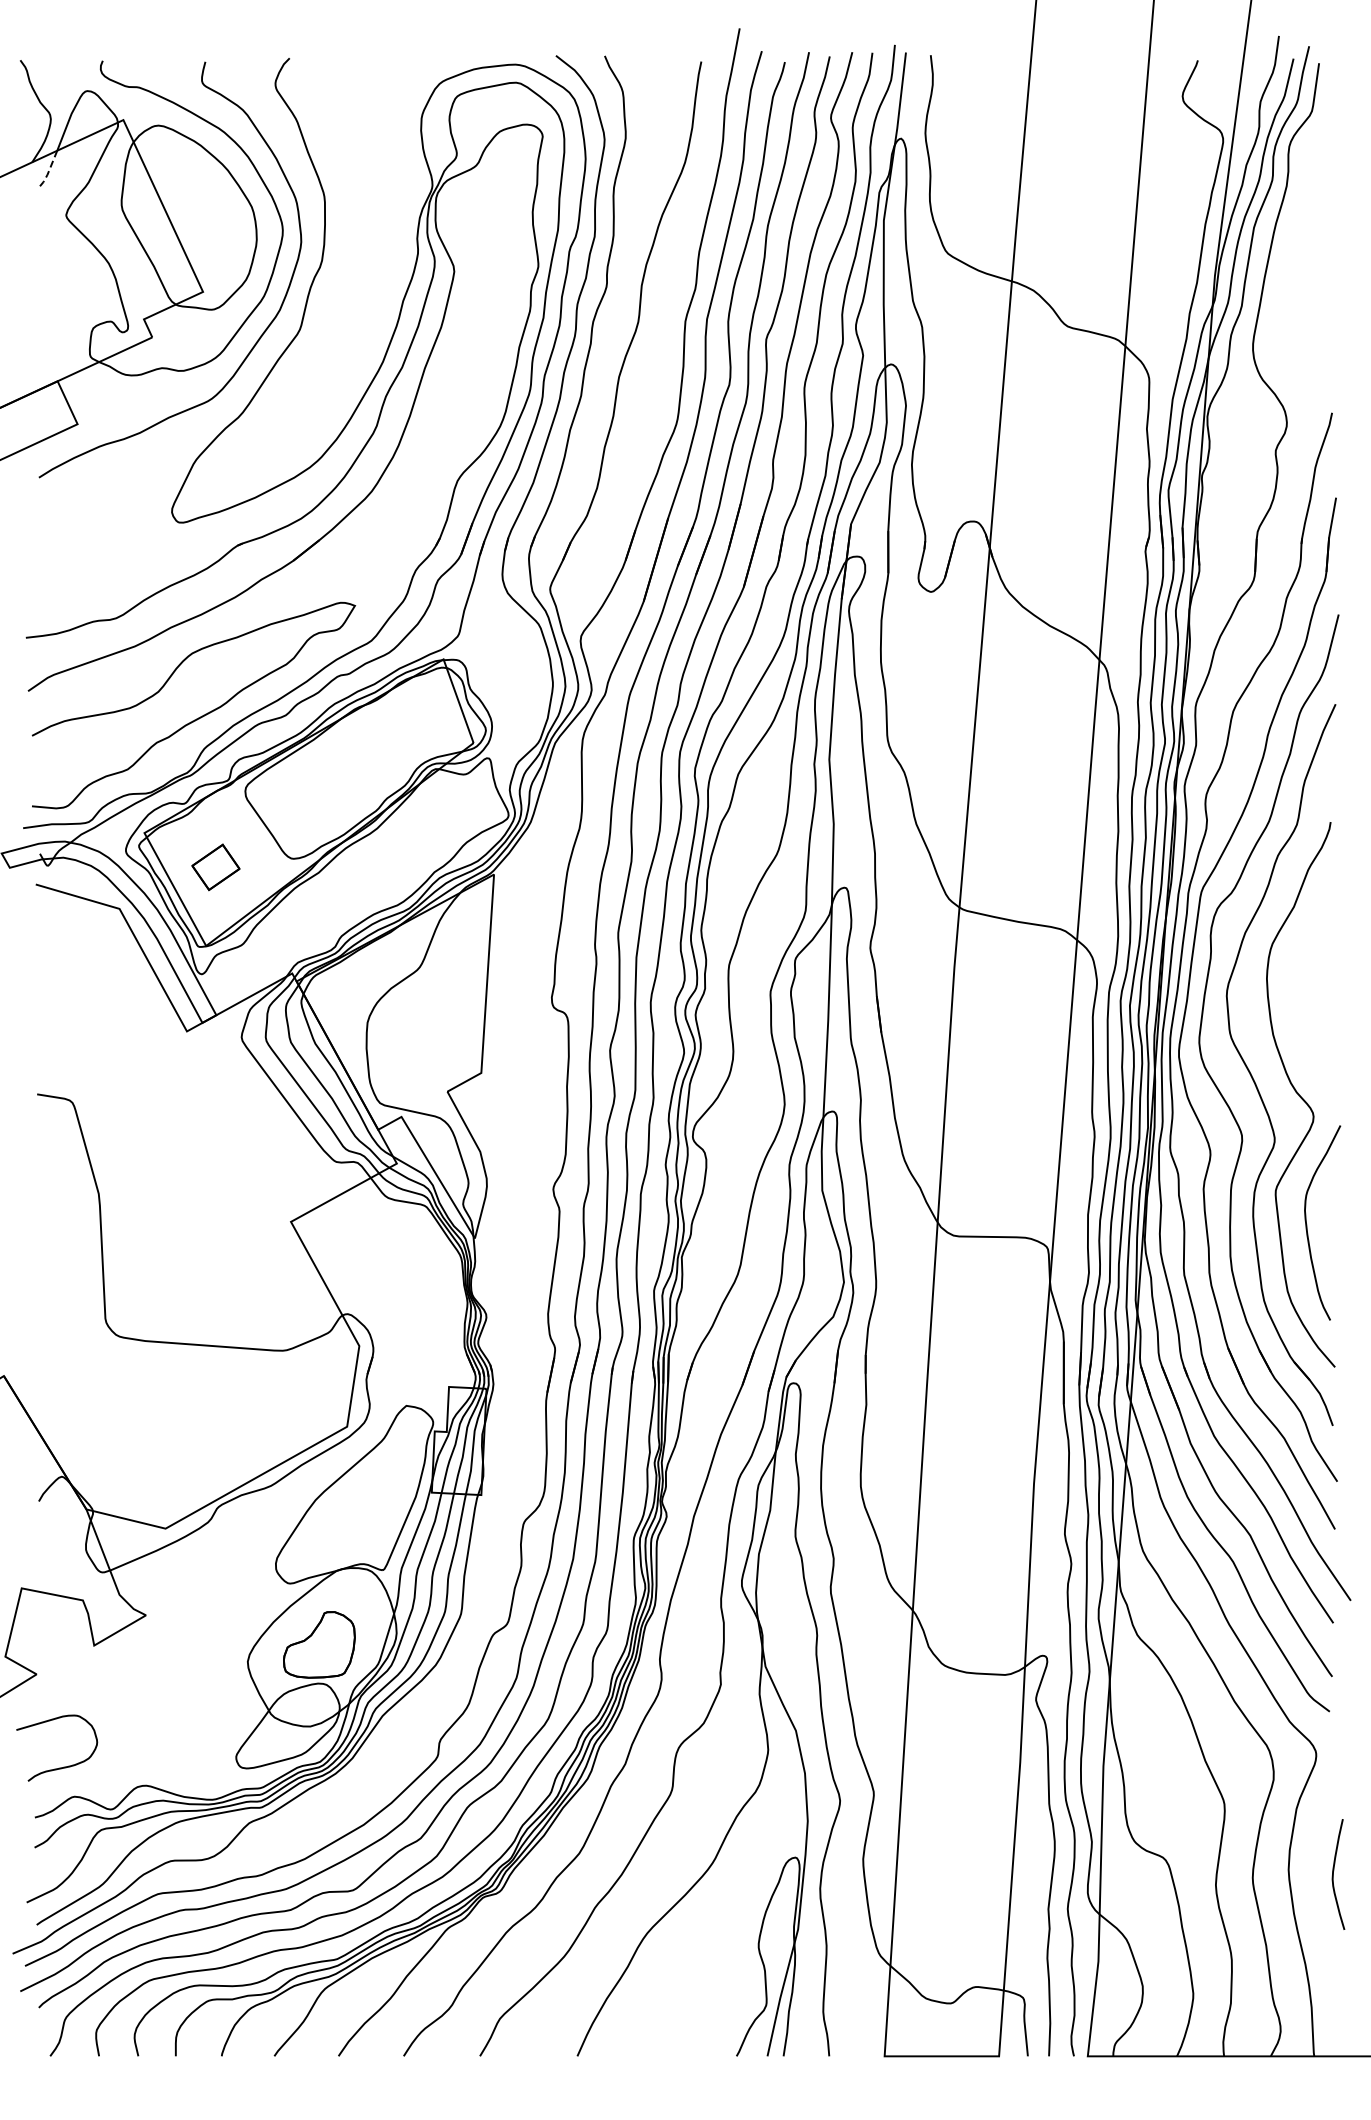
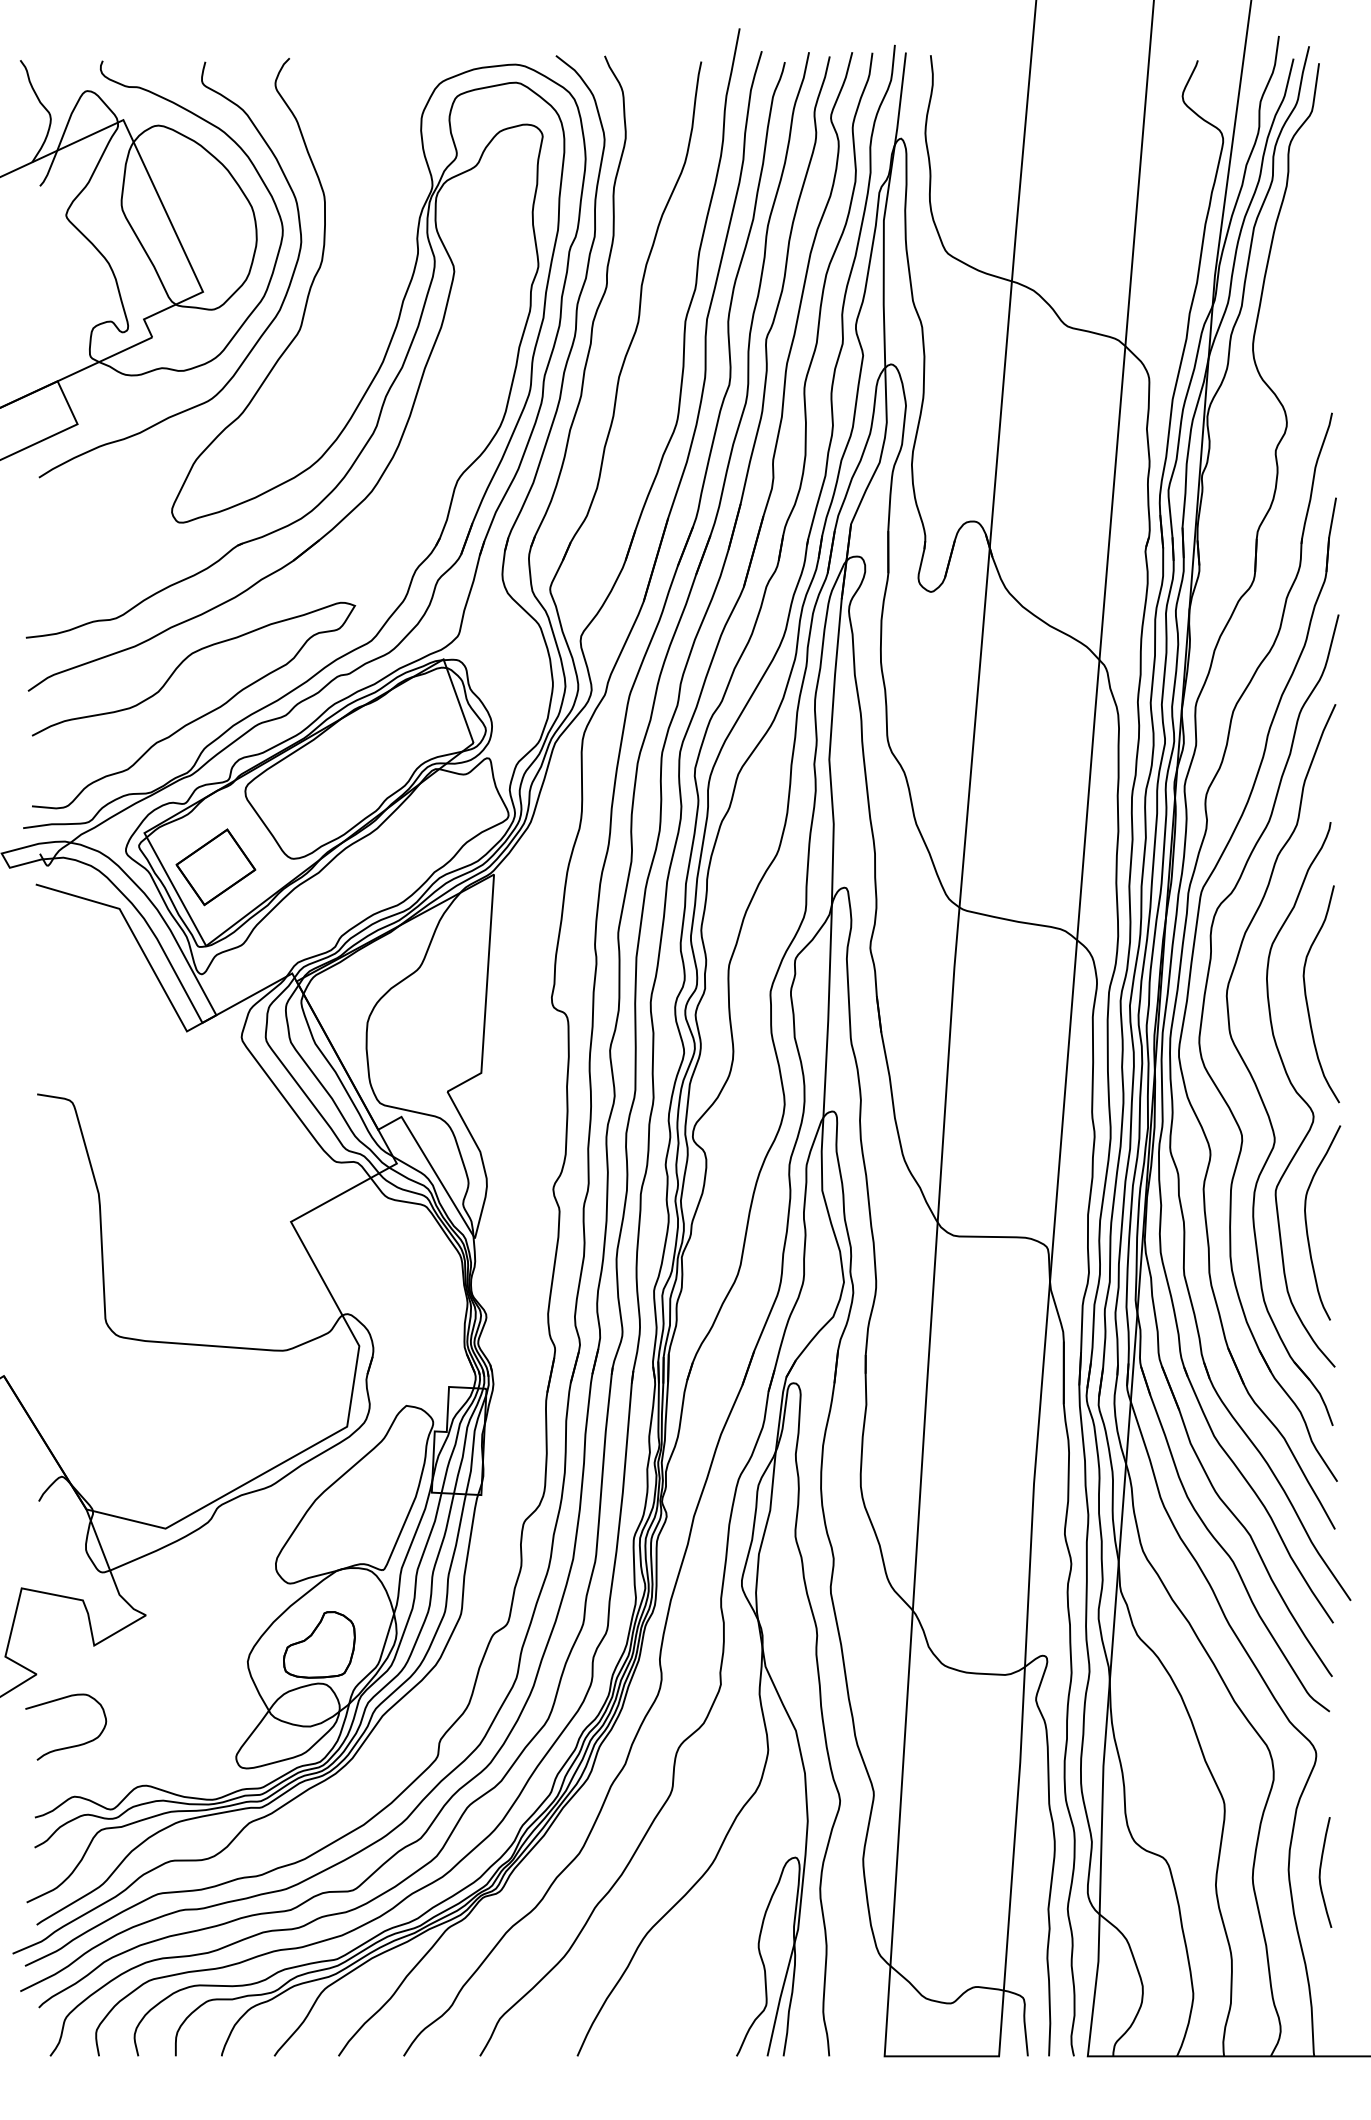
line at (49, 170): dashed -> solid
part at (215, 867) size: 50x49 px -> 82x79 px
curve at (1307, 999): none -> present
curve at (63, 1766) position: (63, 1766) -> (72, 1745)
curve at (1333, 1874) position: (1333, 1874) -> (1320, 1872)
